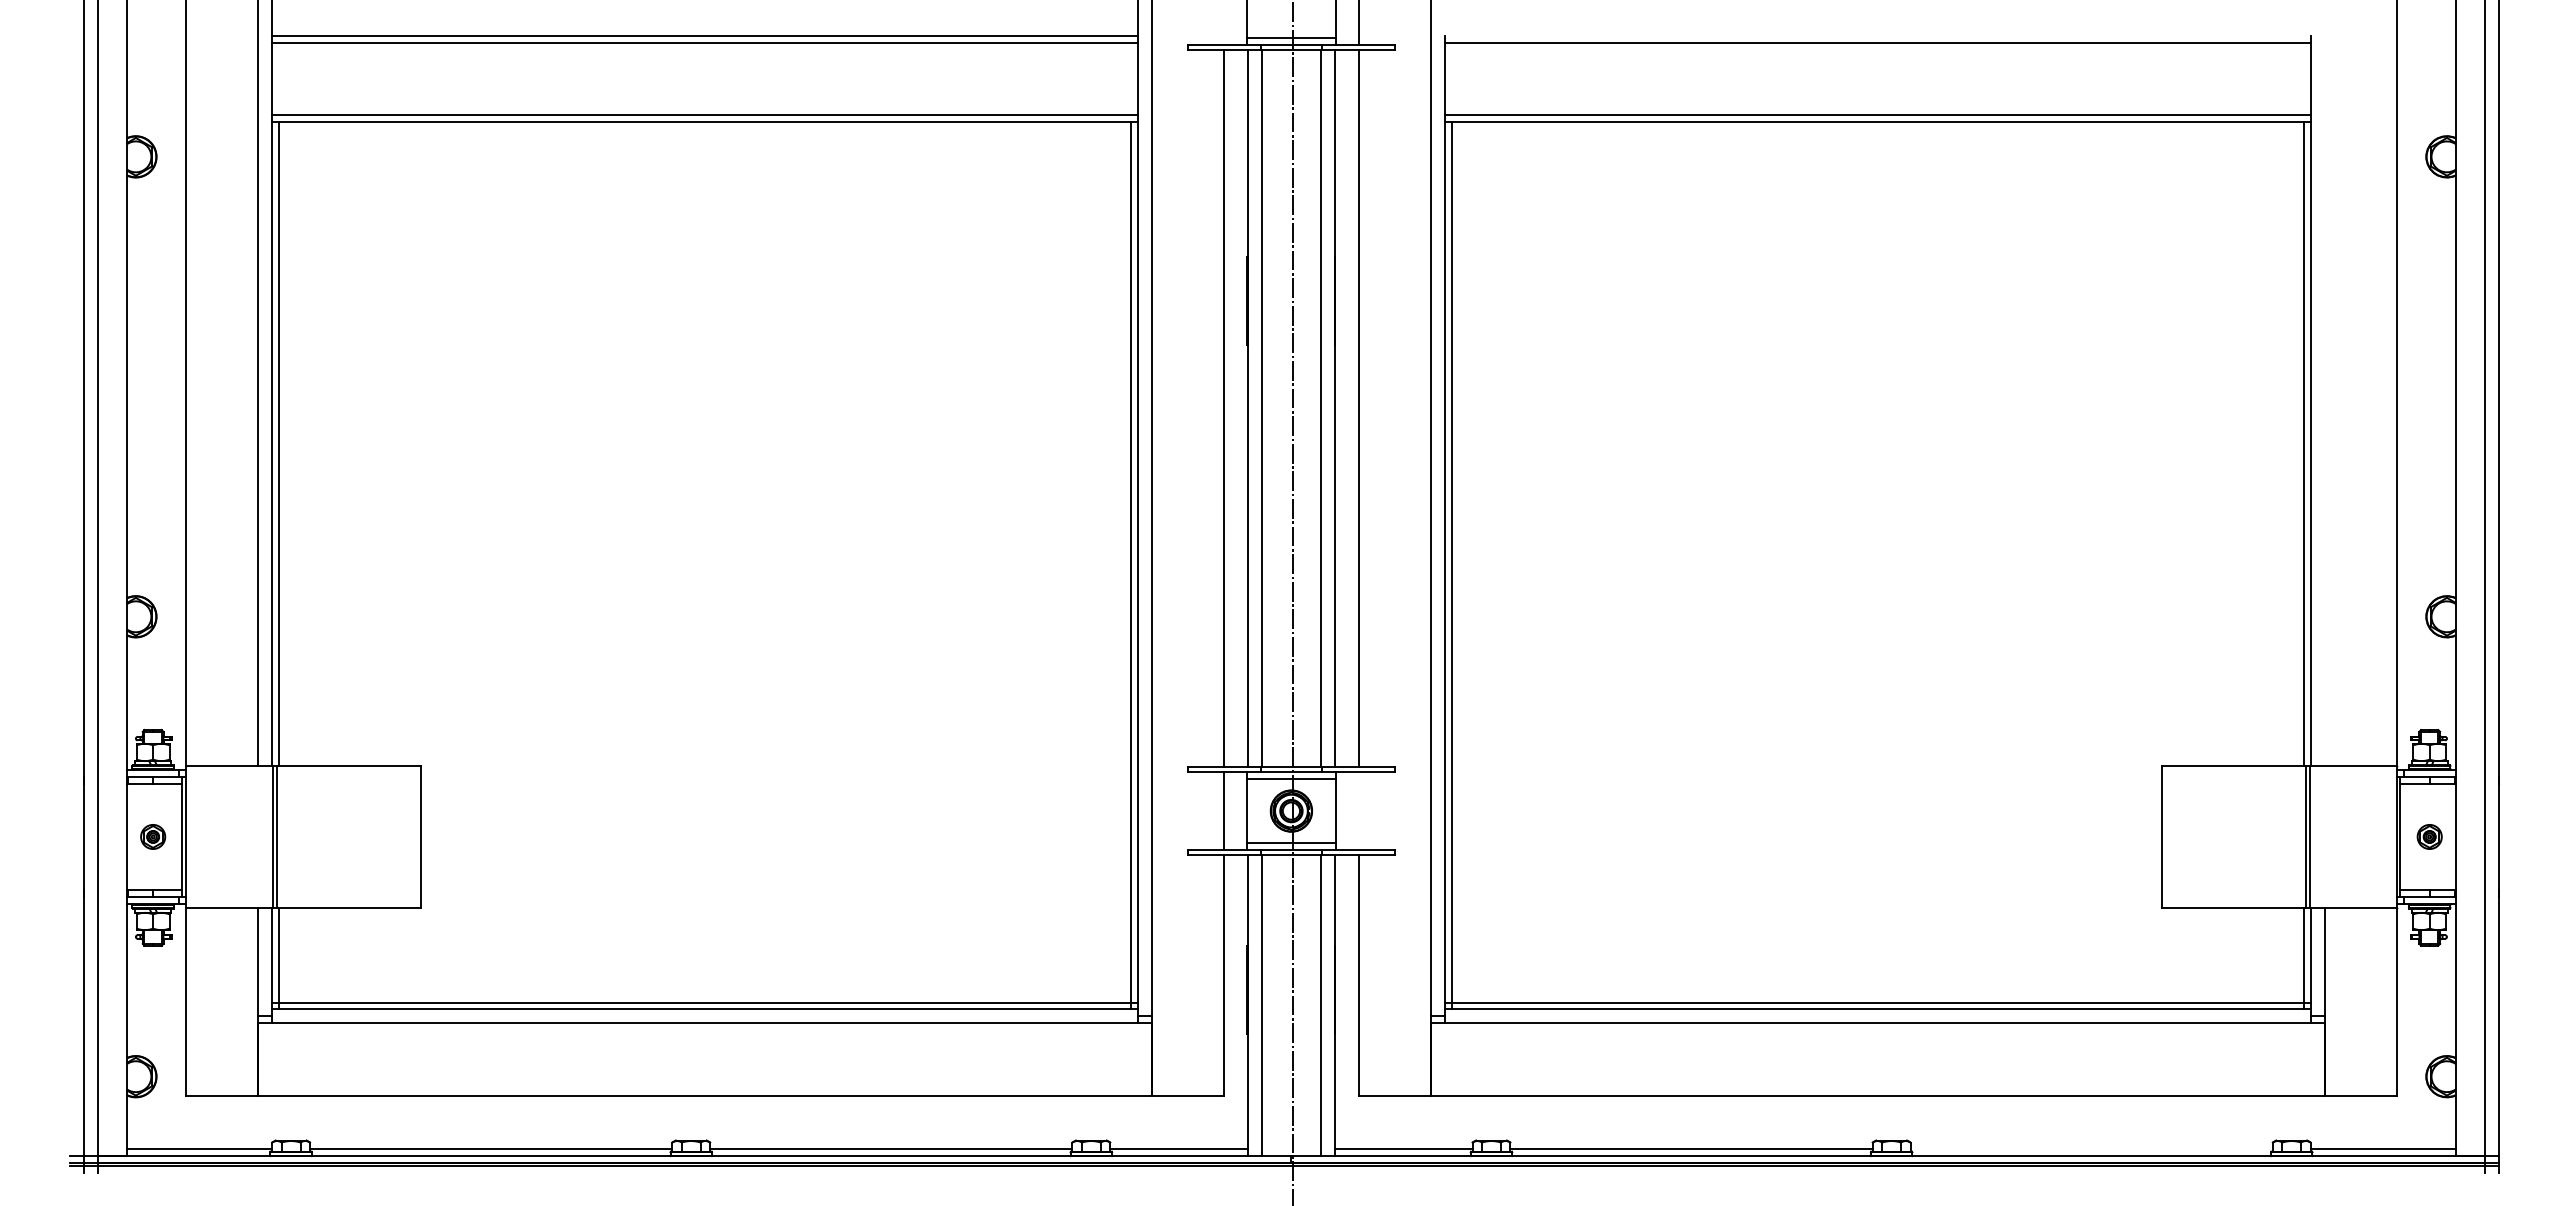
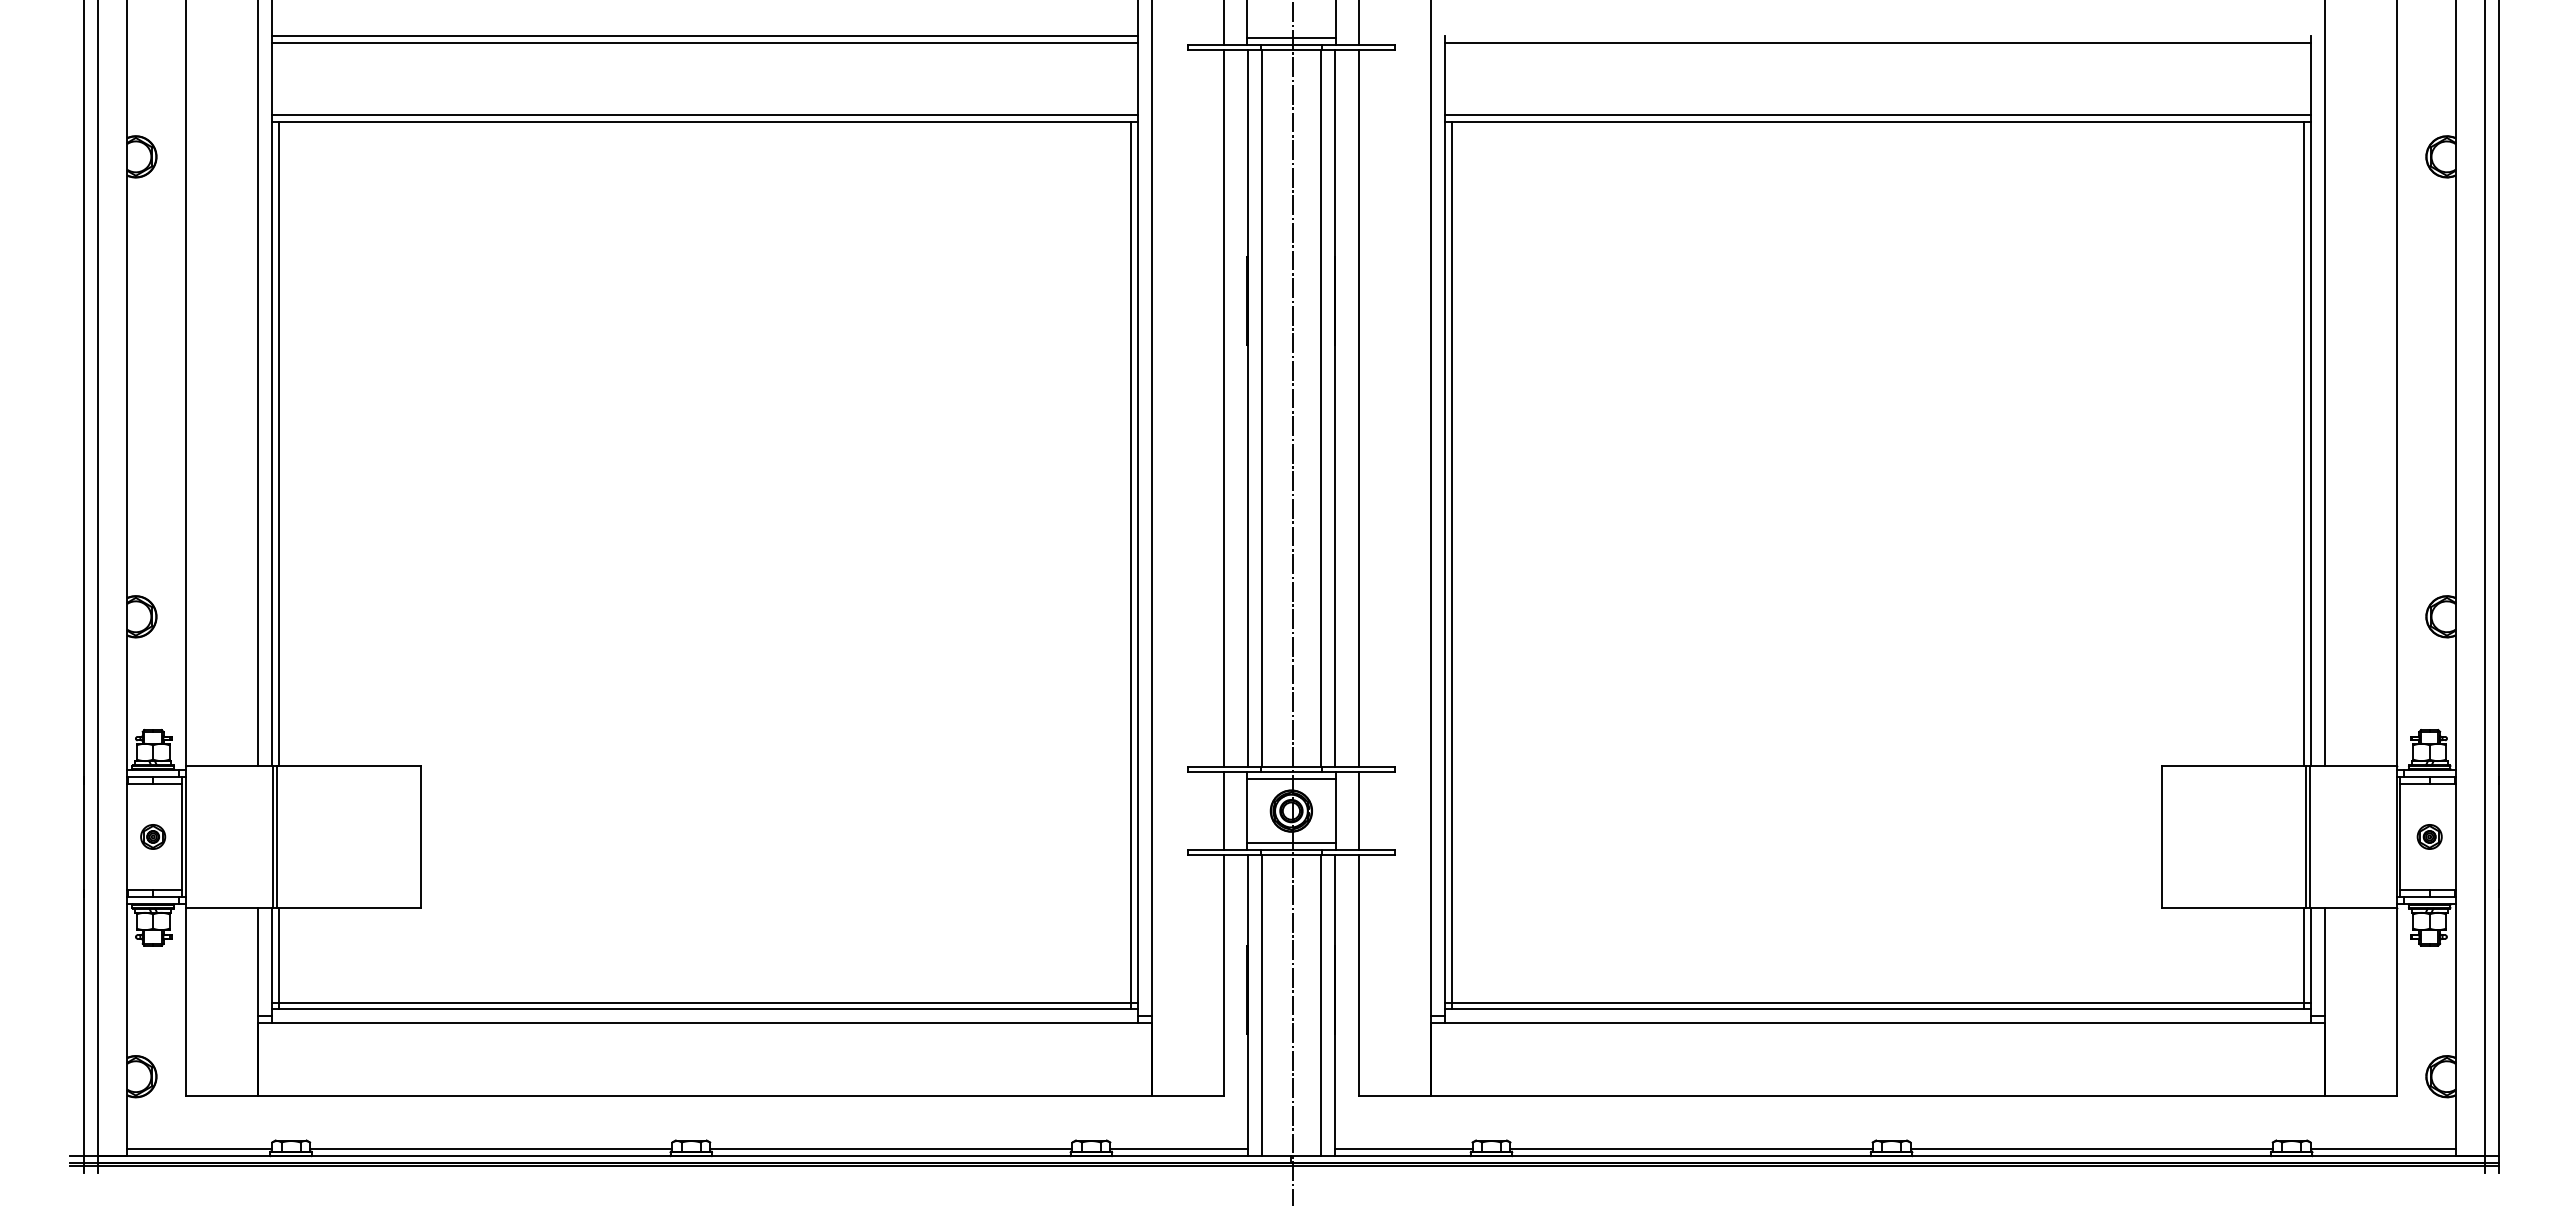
line at (1224, 23): none -> present
line at (2324, 384): none -> present
line at (1358, 810): none -> present
line at (2091, 1149): none -> present
